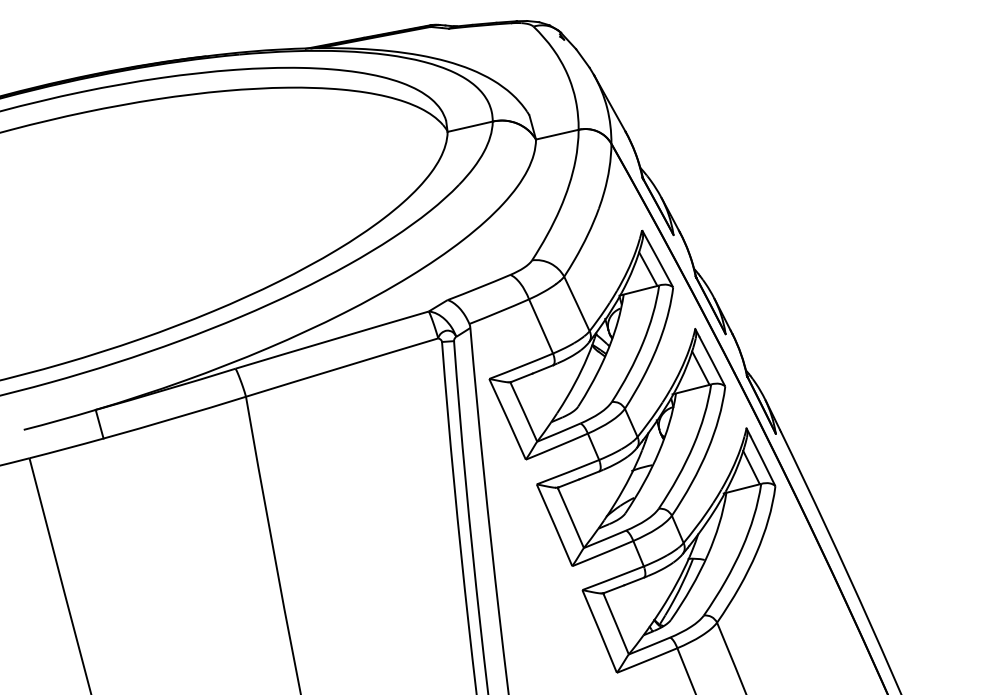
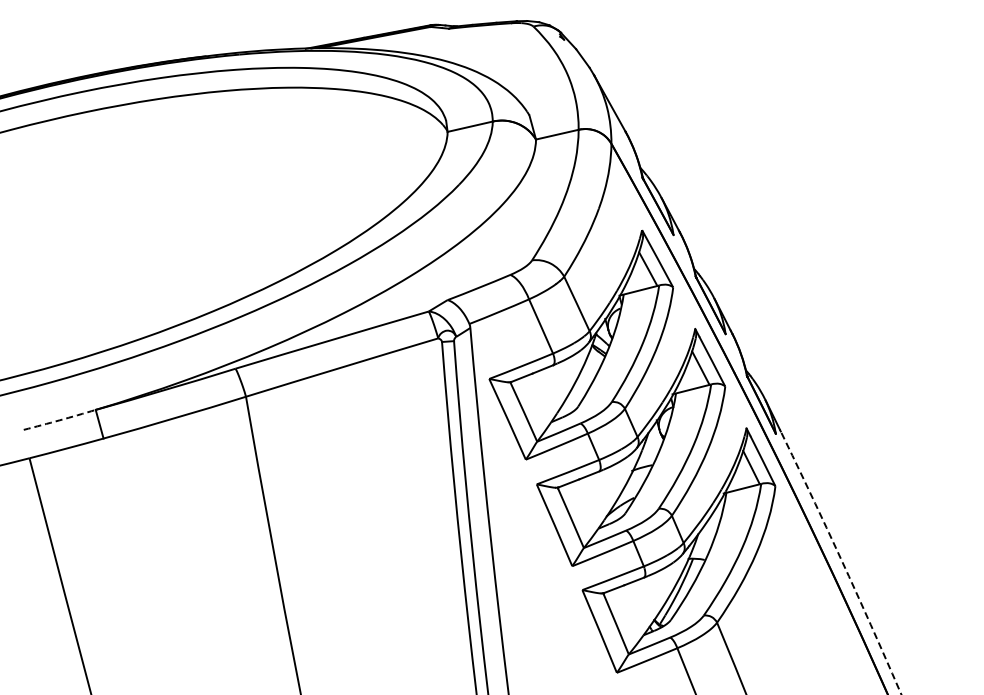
arc at (59, 420): solid -> dashed
arc at (842, 562): solid -> dashed
